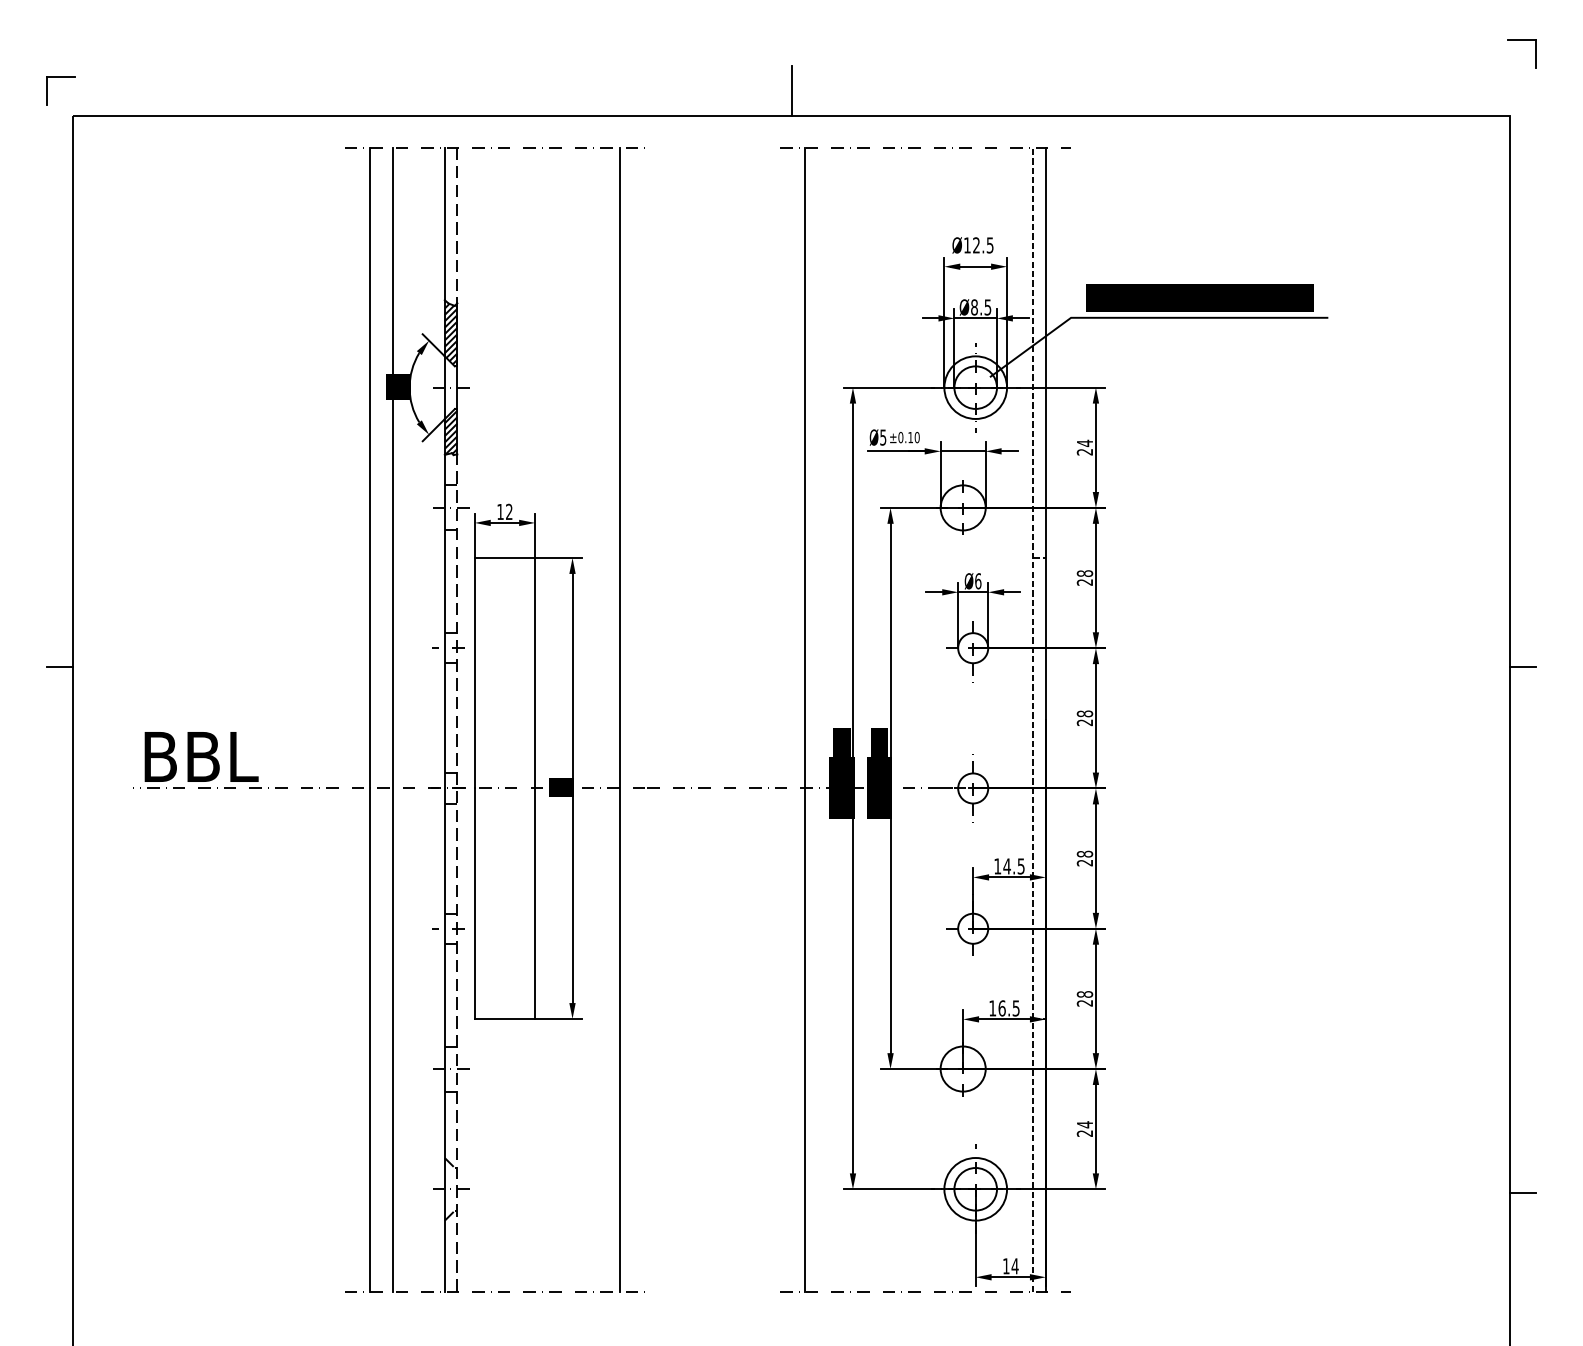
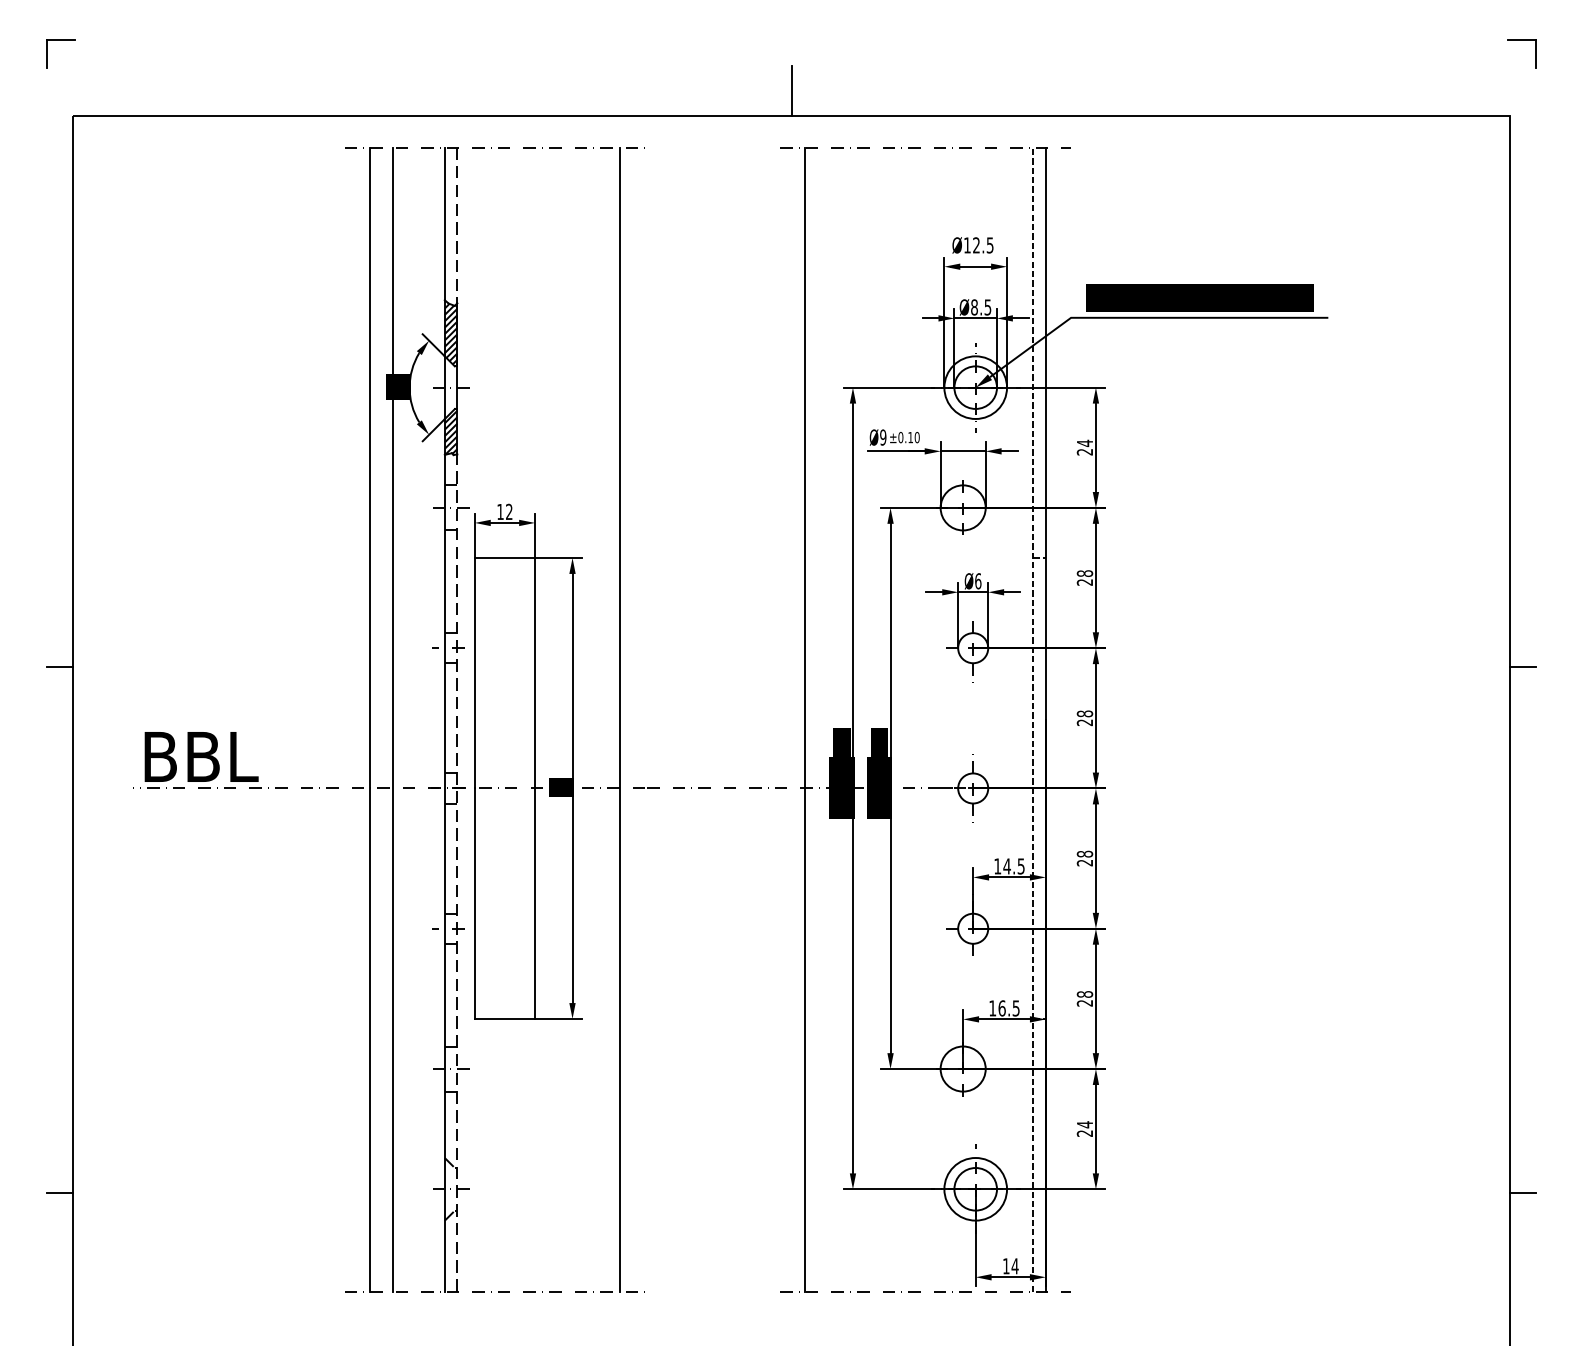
part at (60, 77) position: (60, 77) -> (60, 40)
fill at (983, 380): none -> present
text at (883, 437): Ø5 -> Ø9
line at (59, 1192): none -> present
